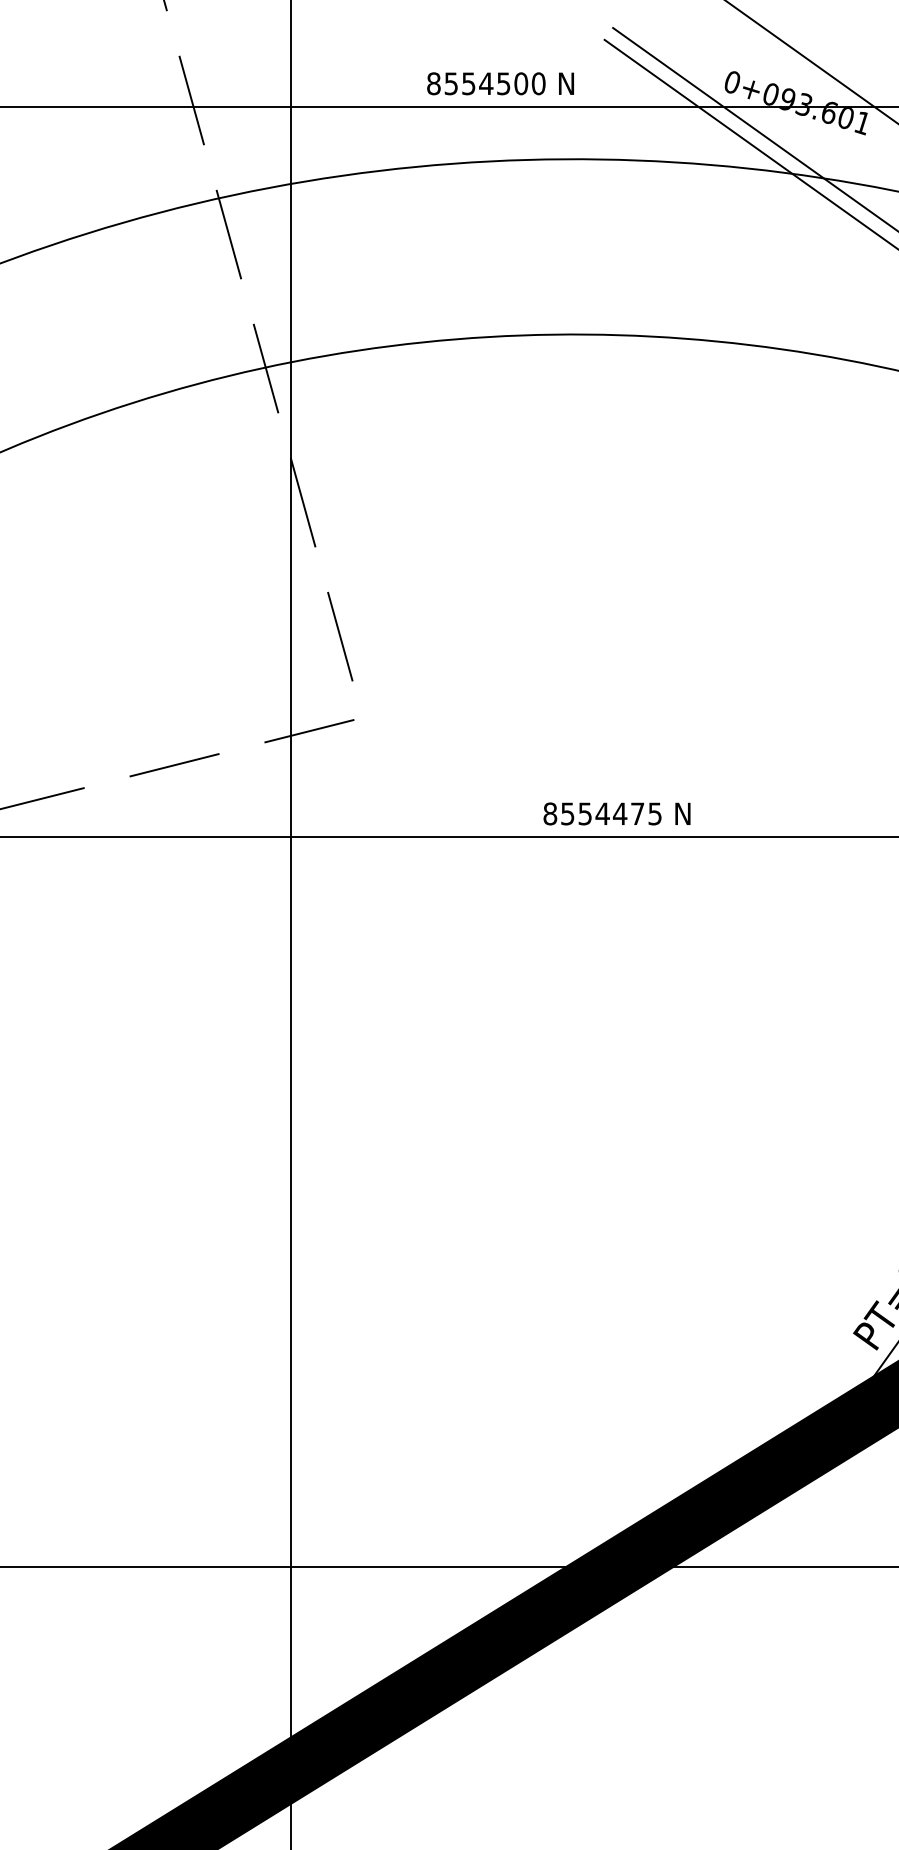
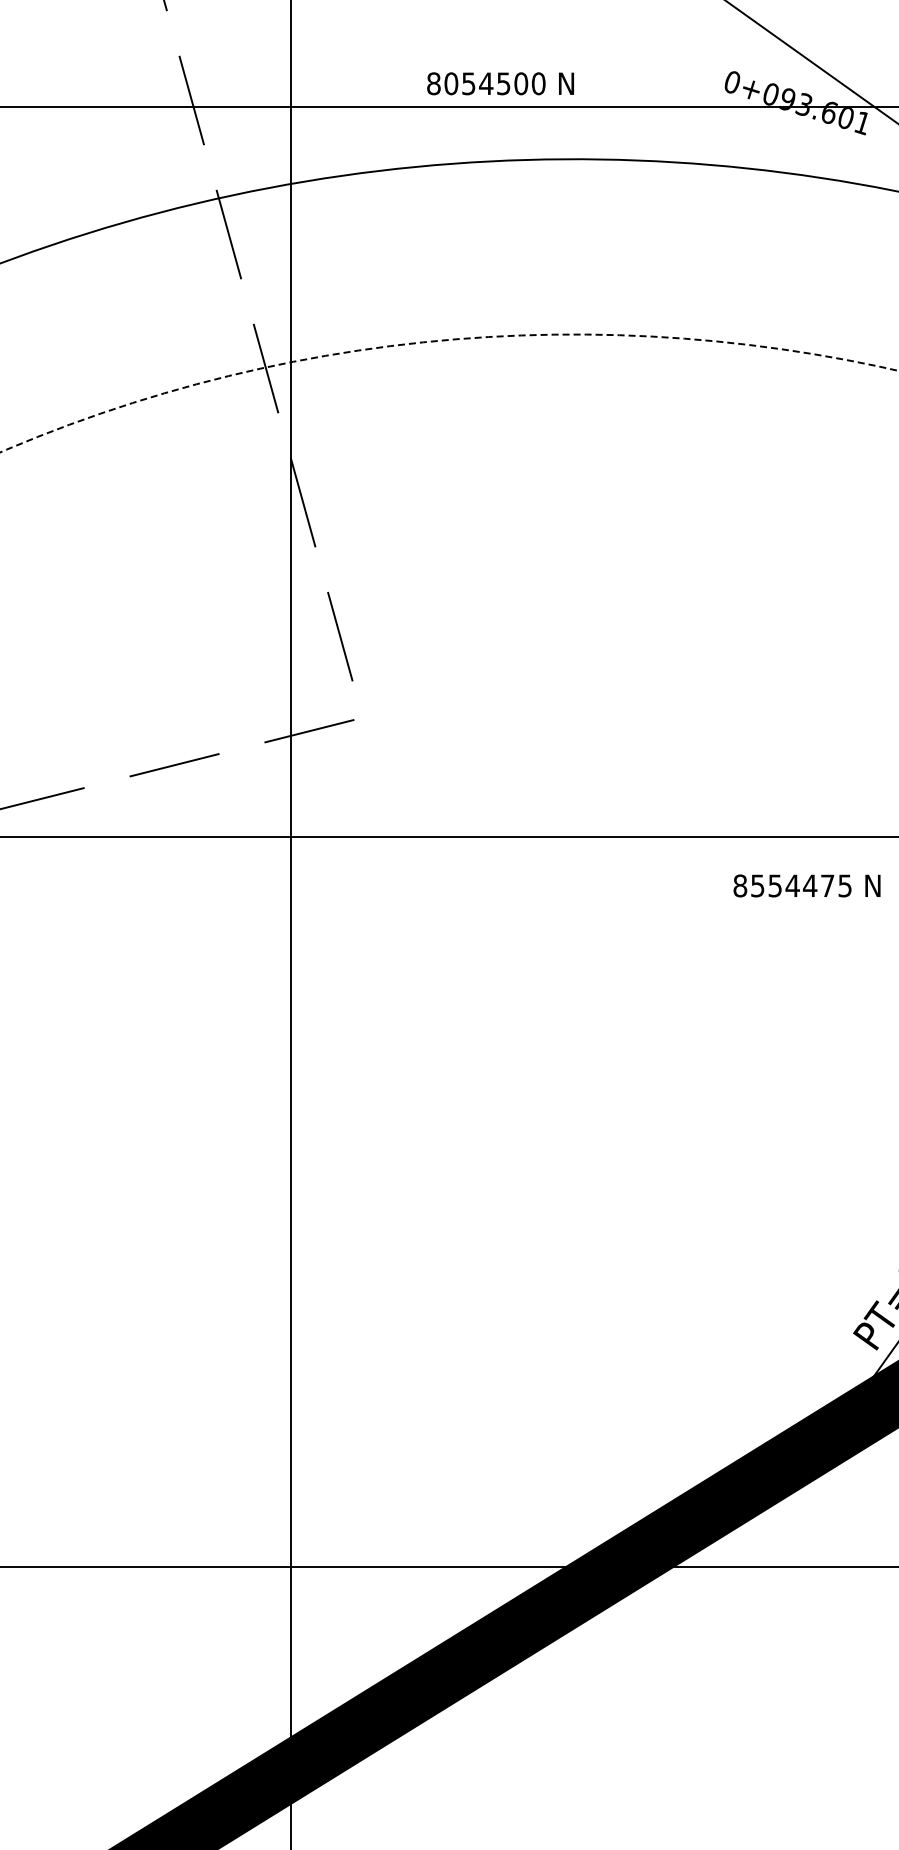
text at (451, 83): 8554500 -> 8054500
line at (754, 128): present -> none
line at (749, 143): present -> none
arc at (442, 340): solid -> dashed
text at (616, 813) position: (616, 813) -> (806, 885)
